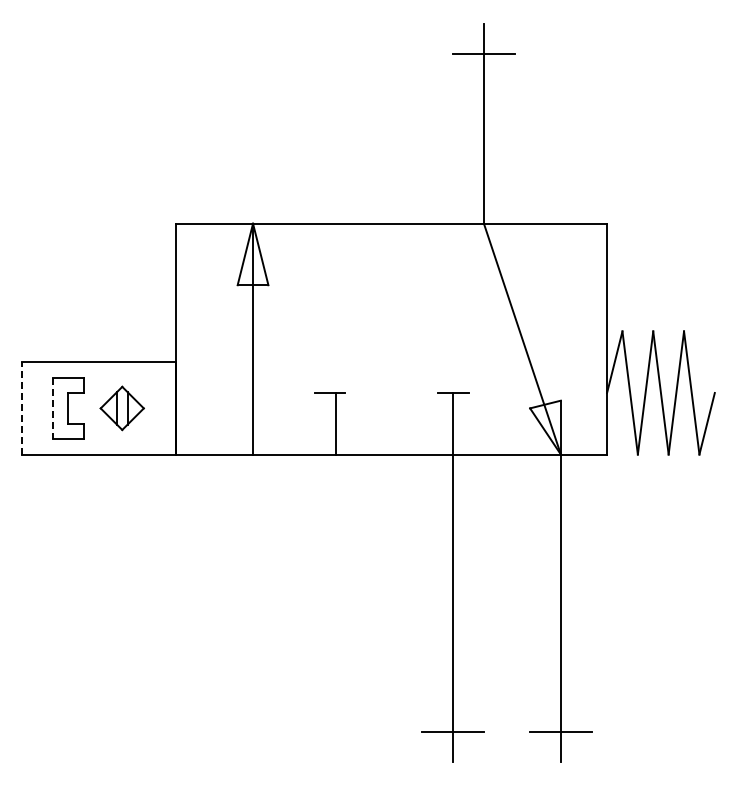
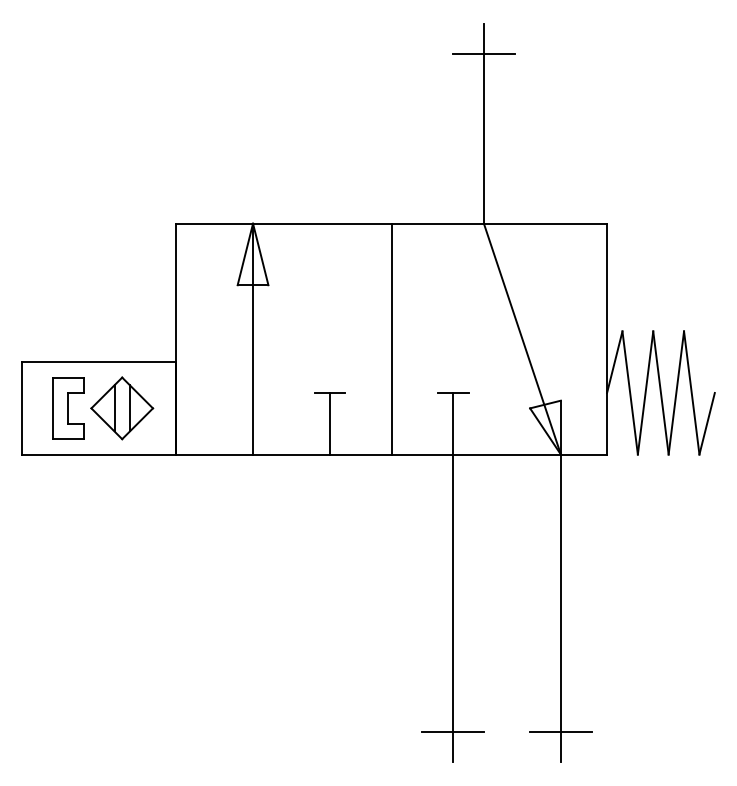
line at (391, 338): none -> present
line at (22, 407): dashed -> solid
line at (52, 408): dashed -> solid
part at (121, 408) size: 46x47 px -> 65x65 px
line at (336, 423) position: (336, 423) -> (330, 423)
